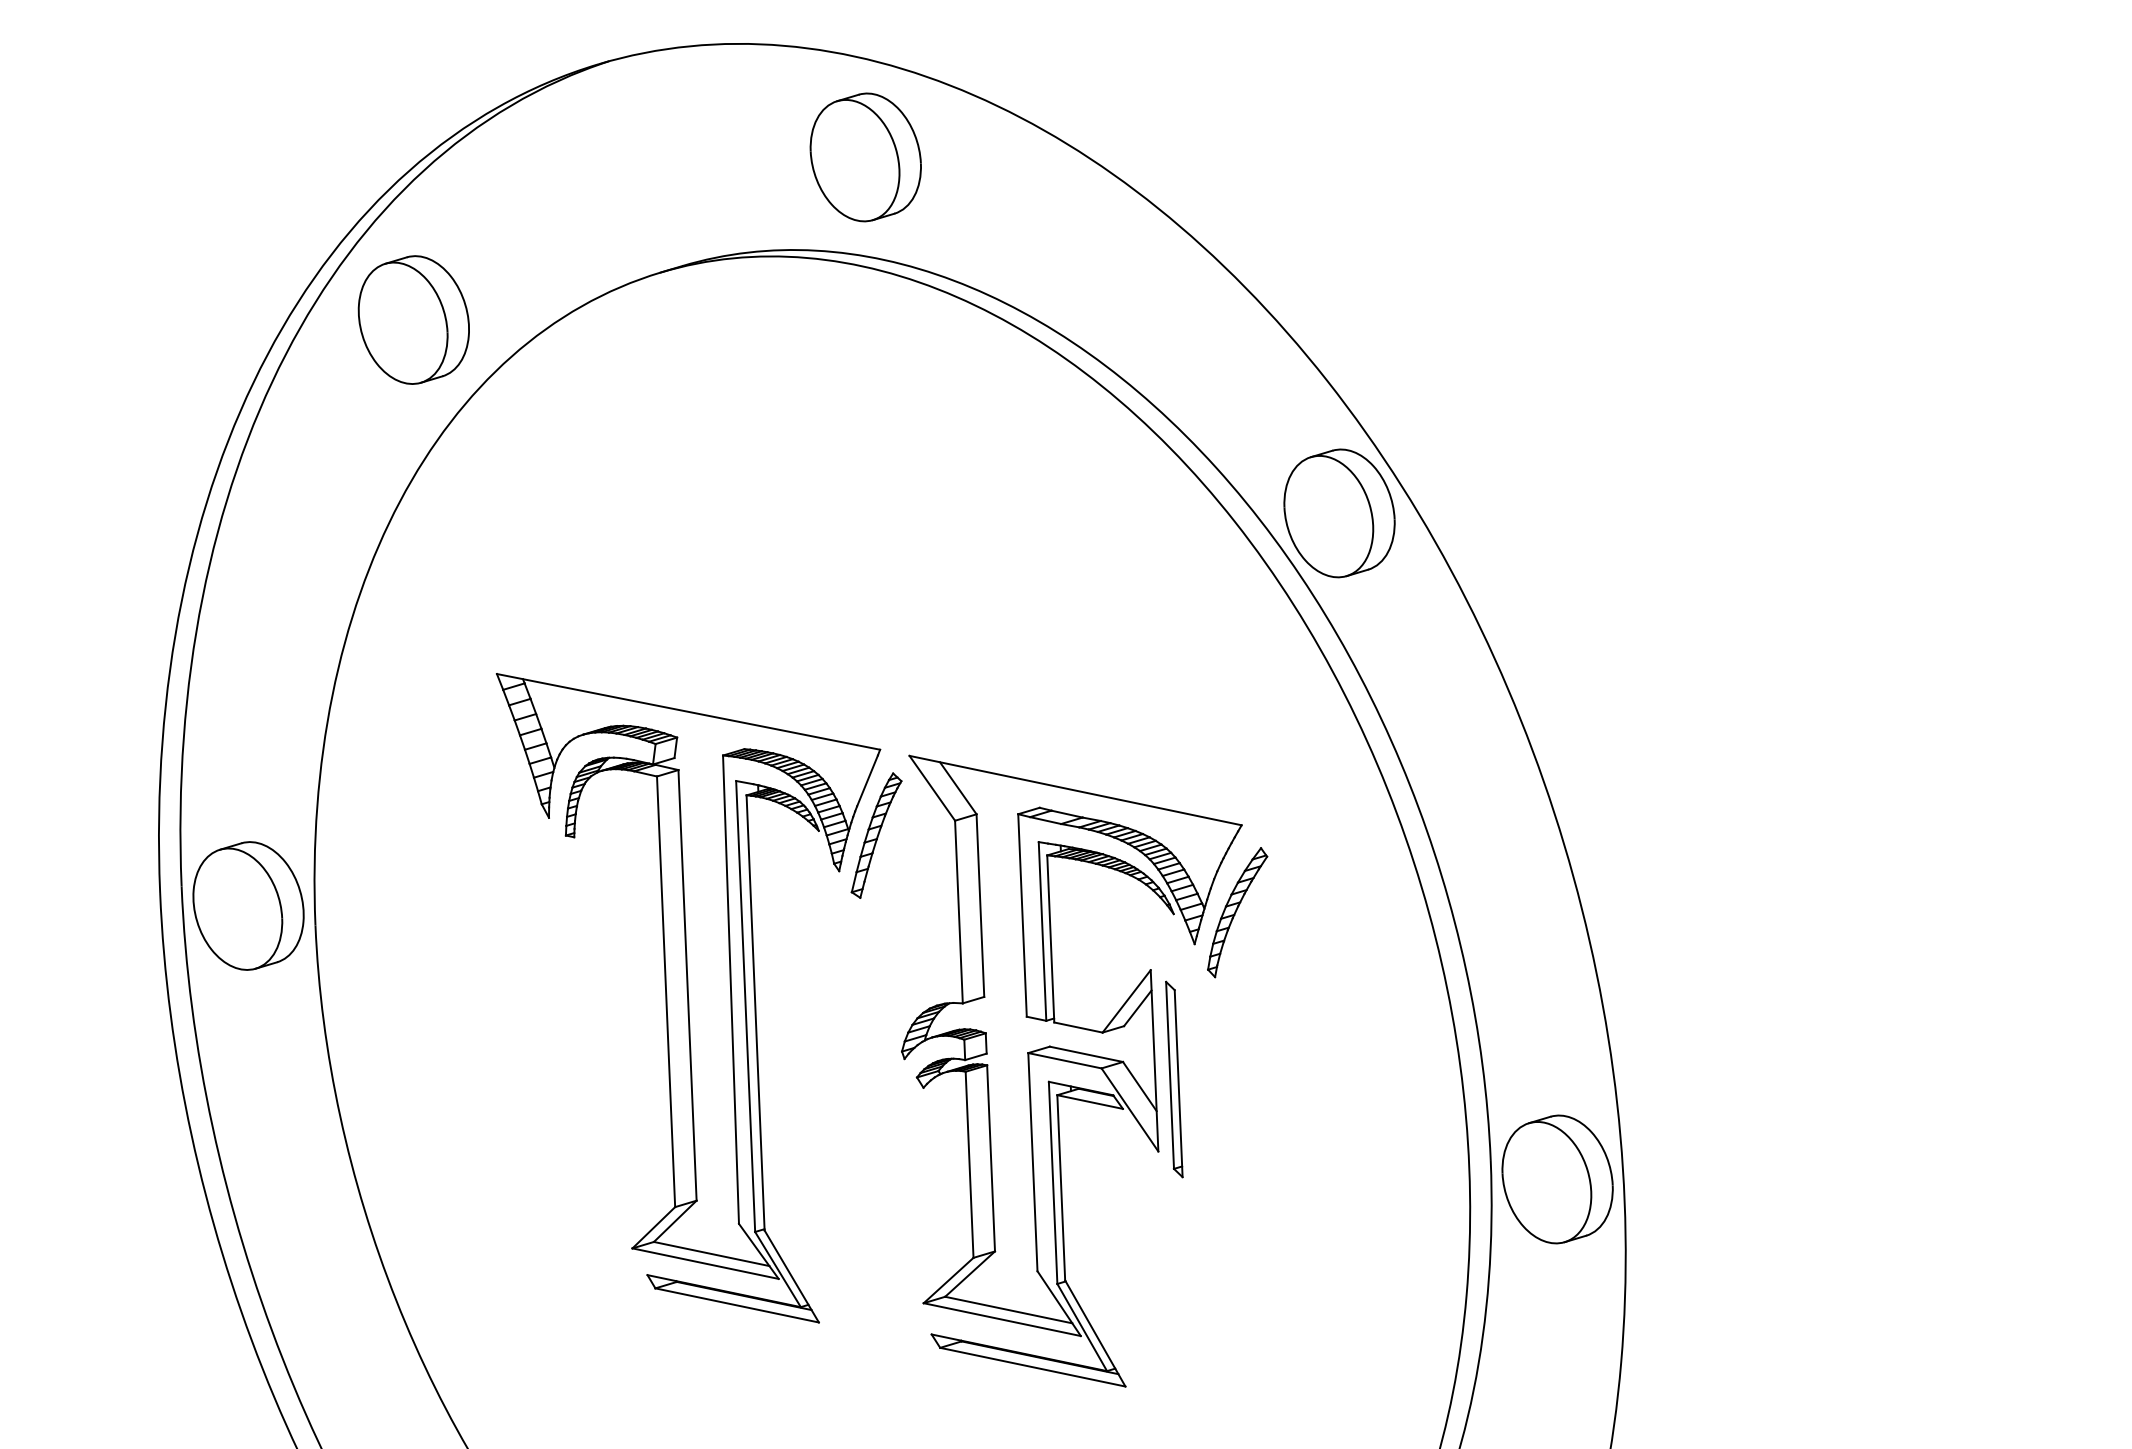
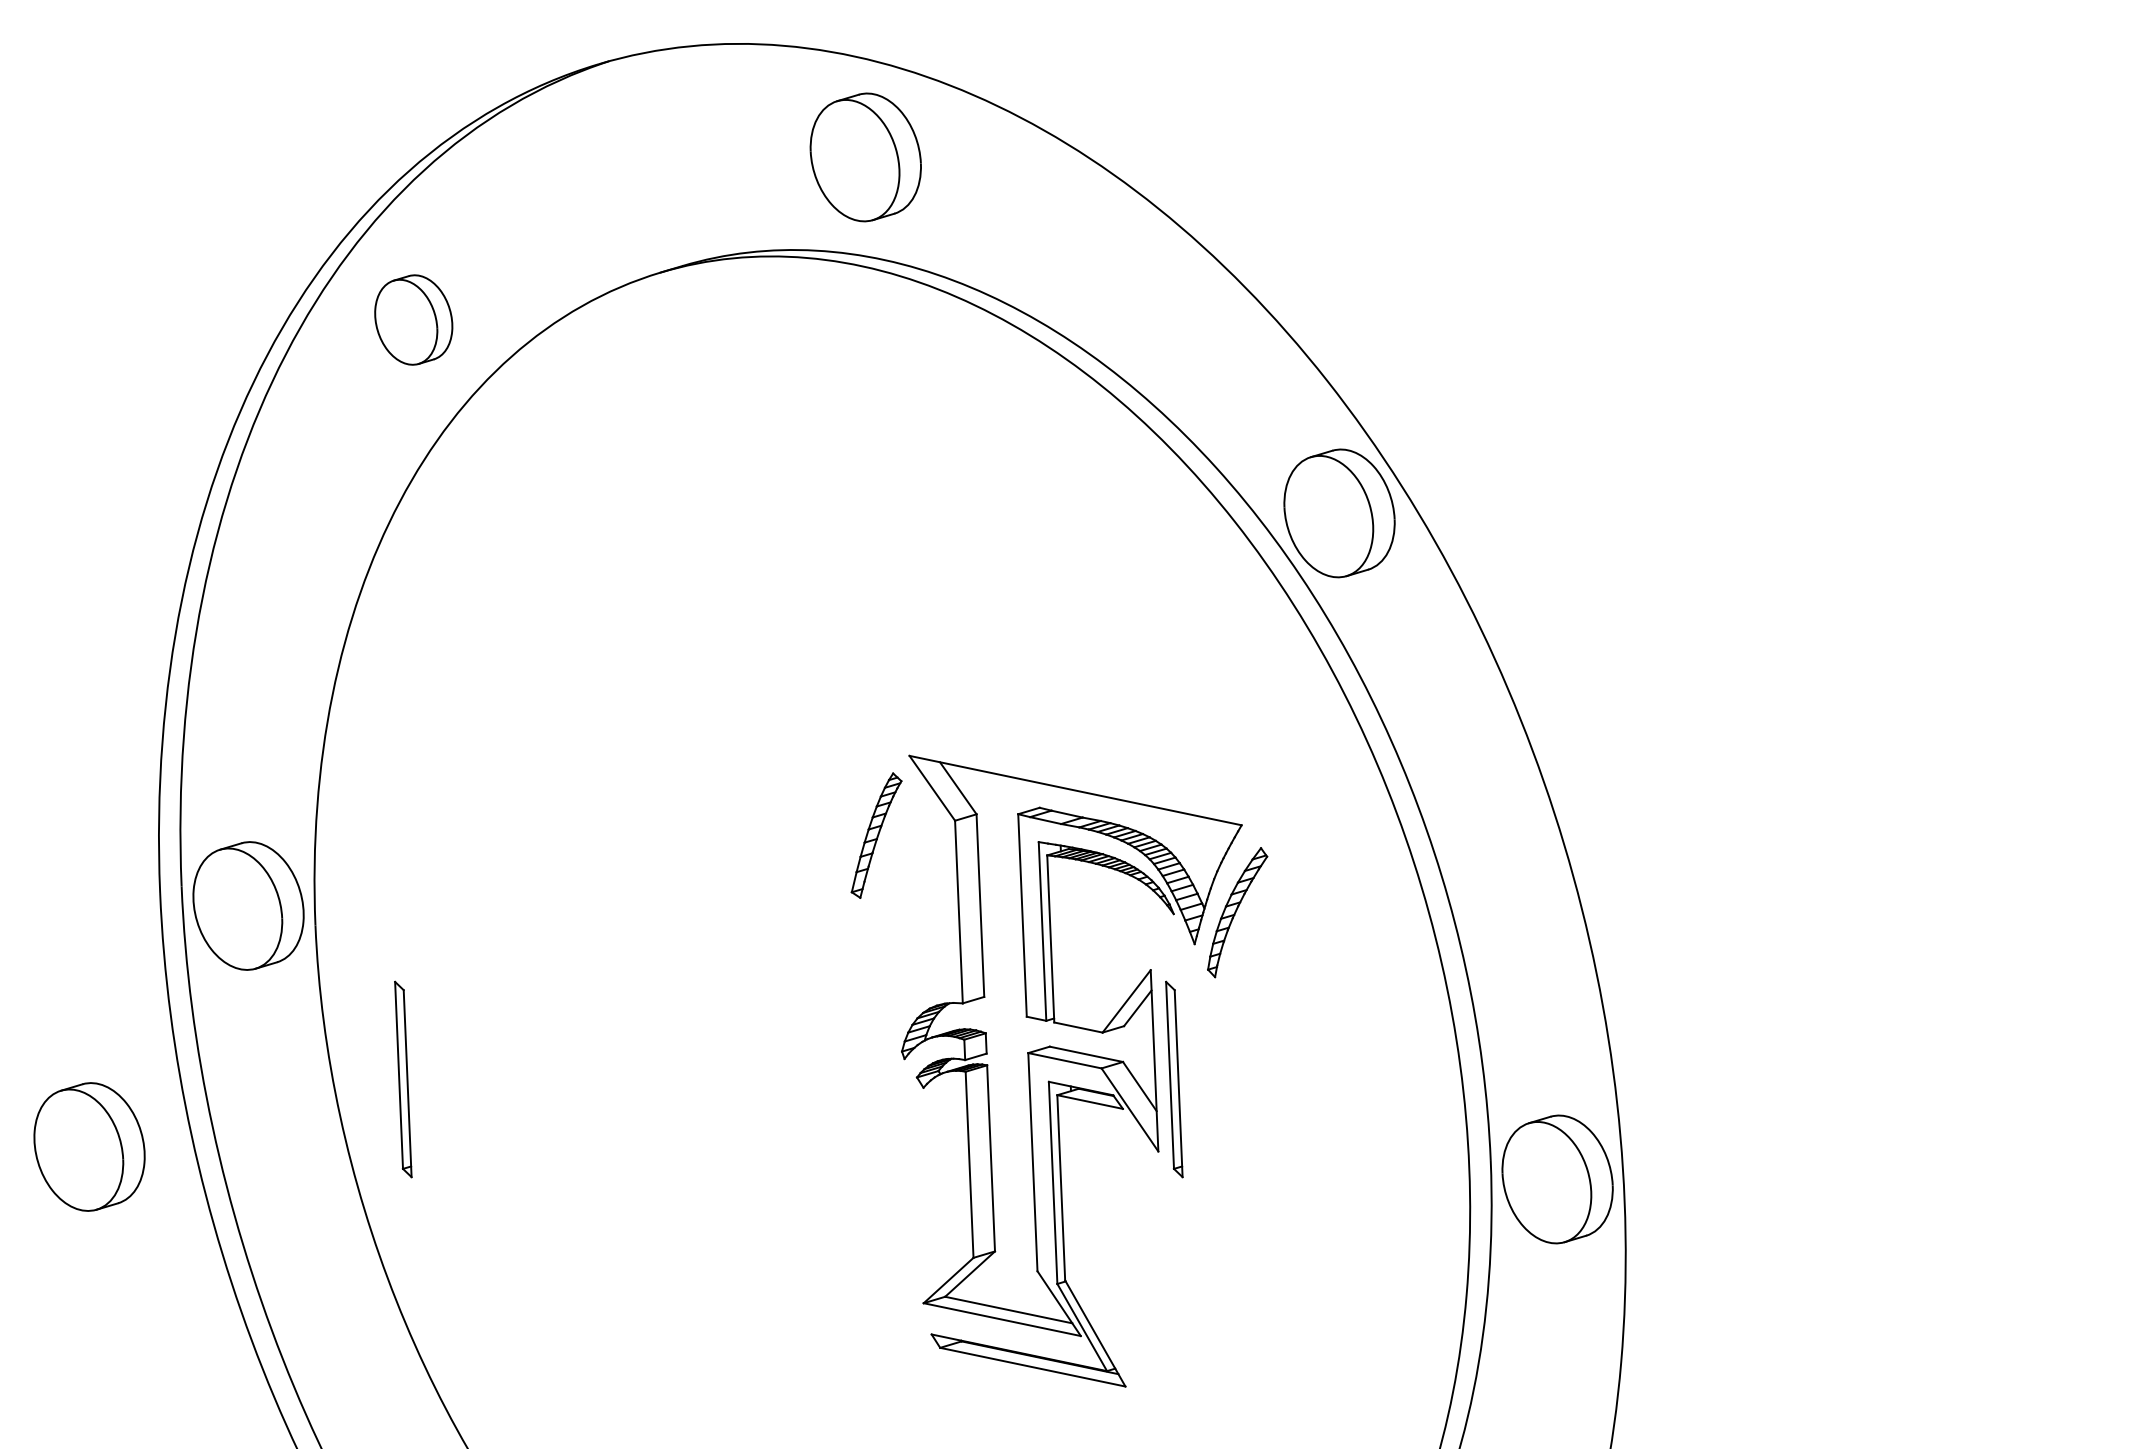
part at (413, 319) size: 113x130 px -> 80x92 px
part at (688, 998): present -> none
part at (403, 1079): none -> present
part at (89, 1146): none -> present
